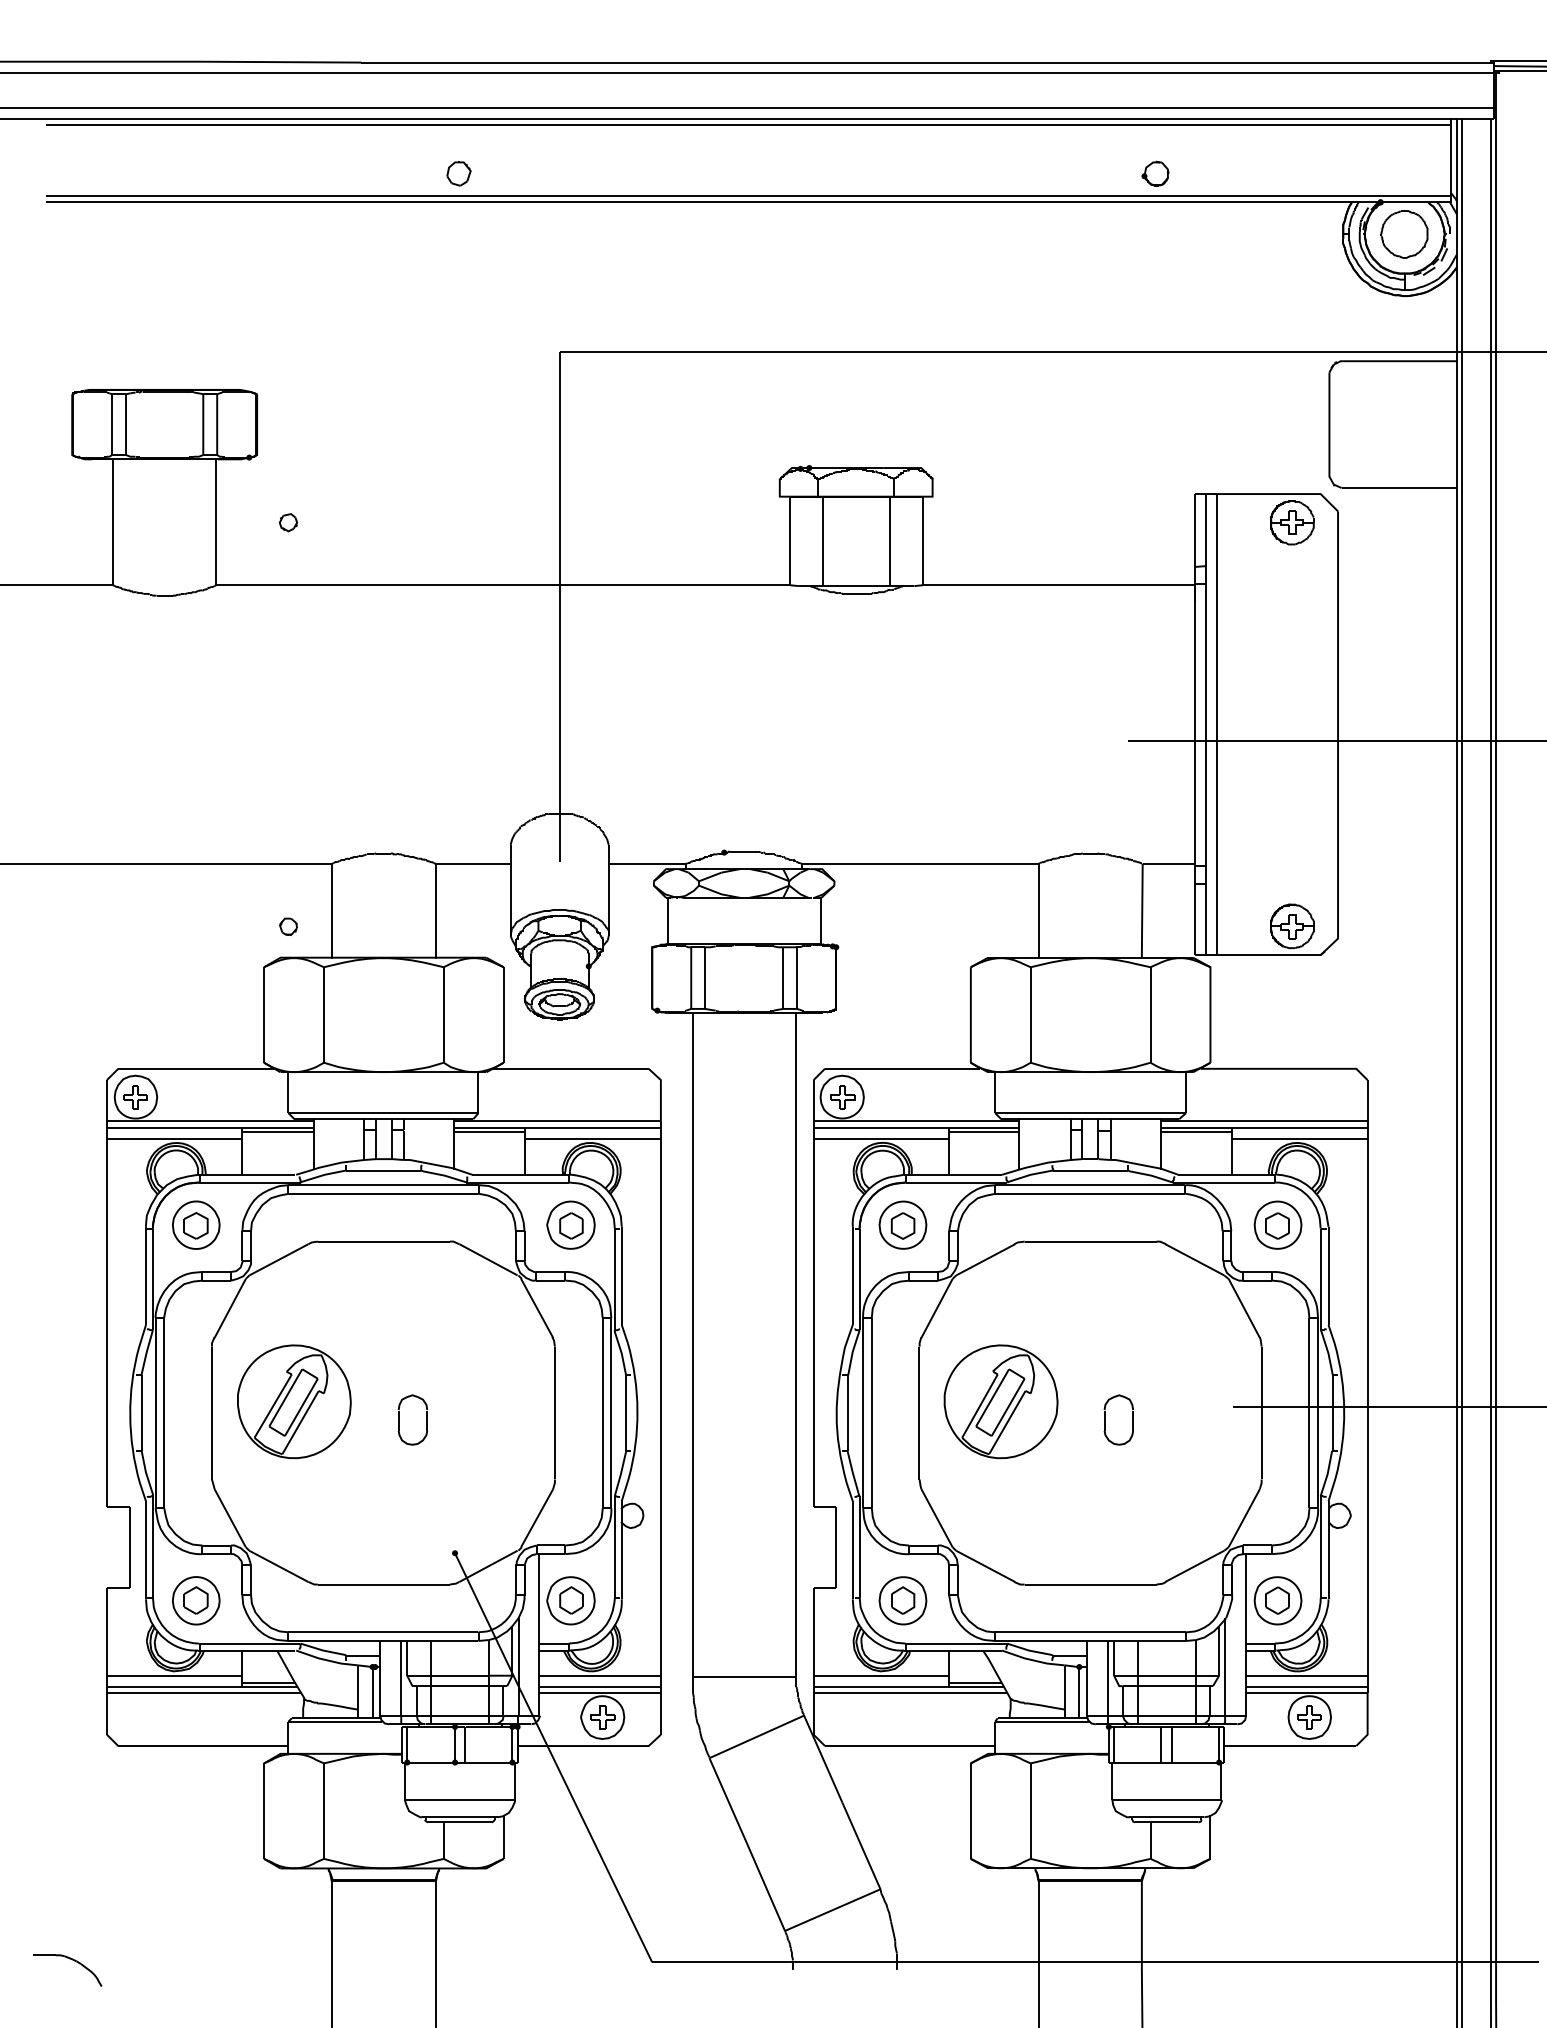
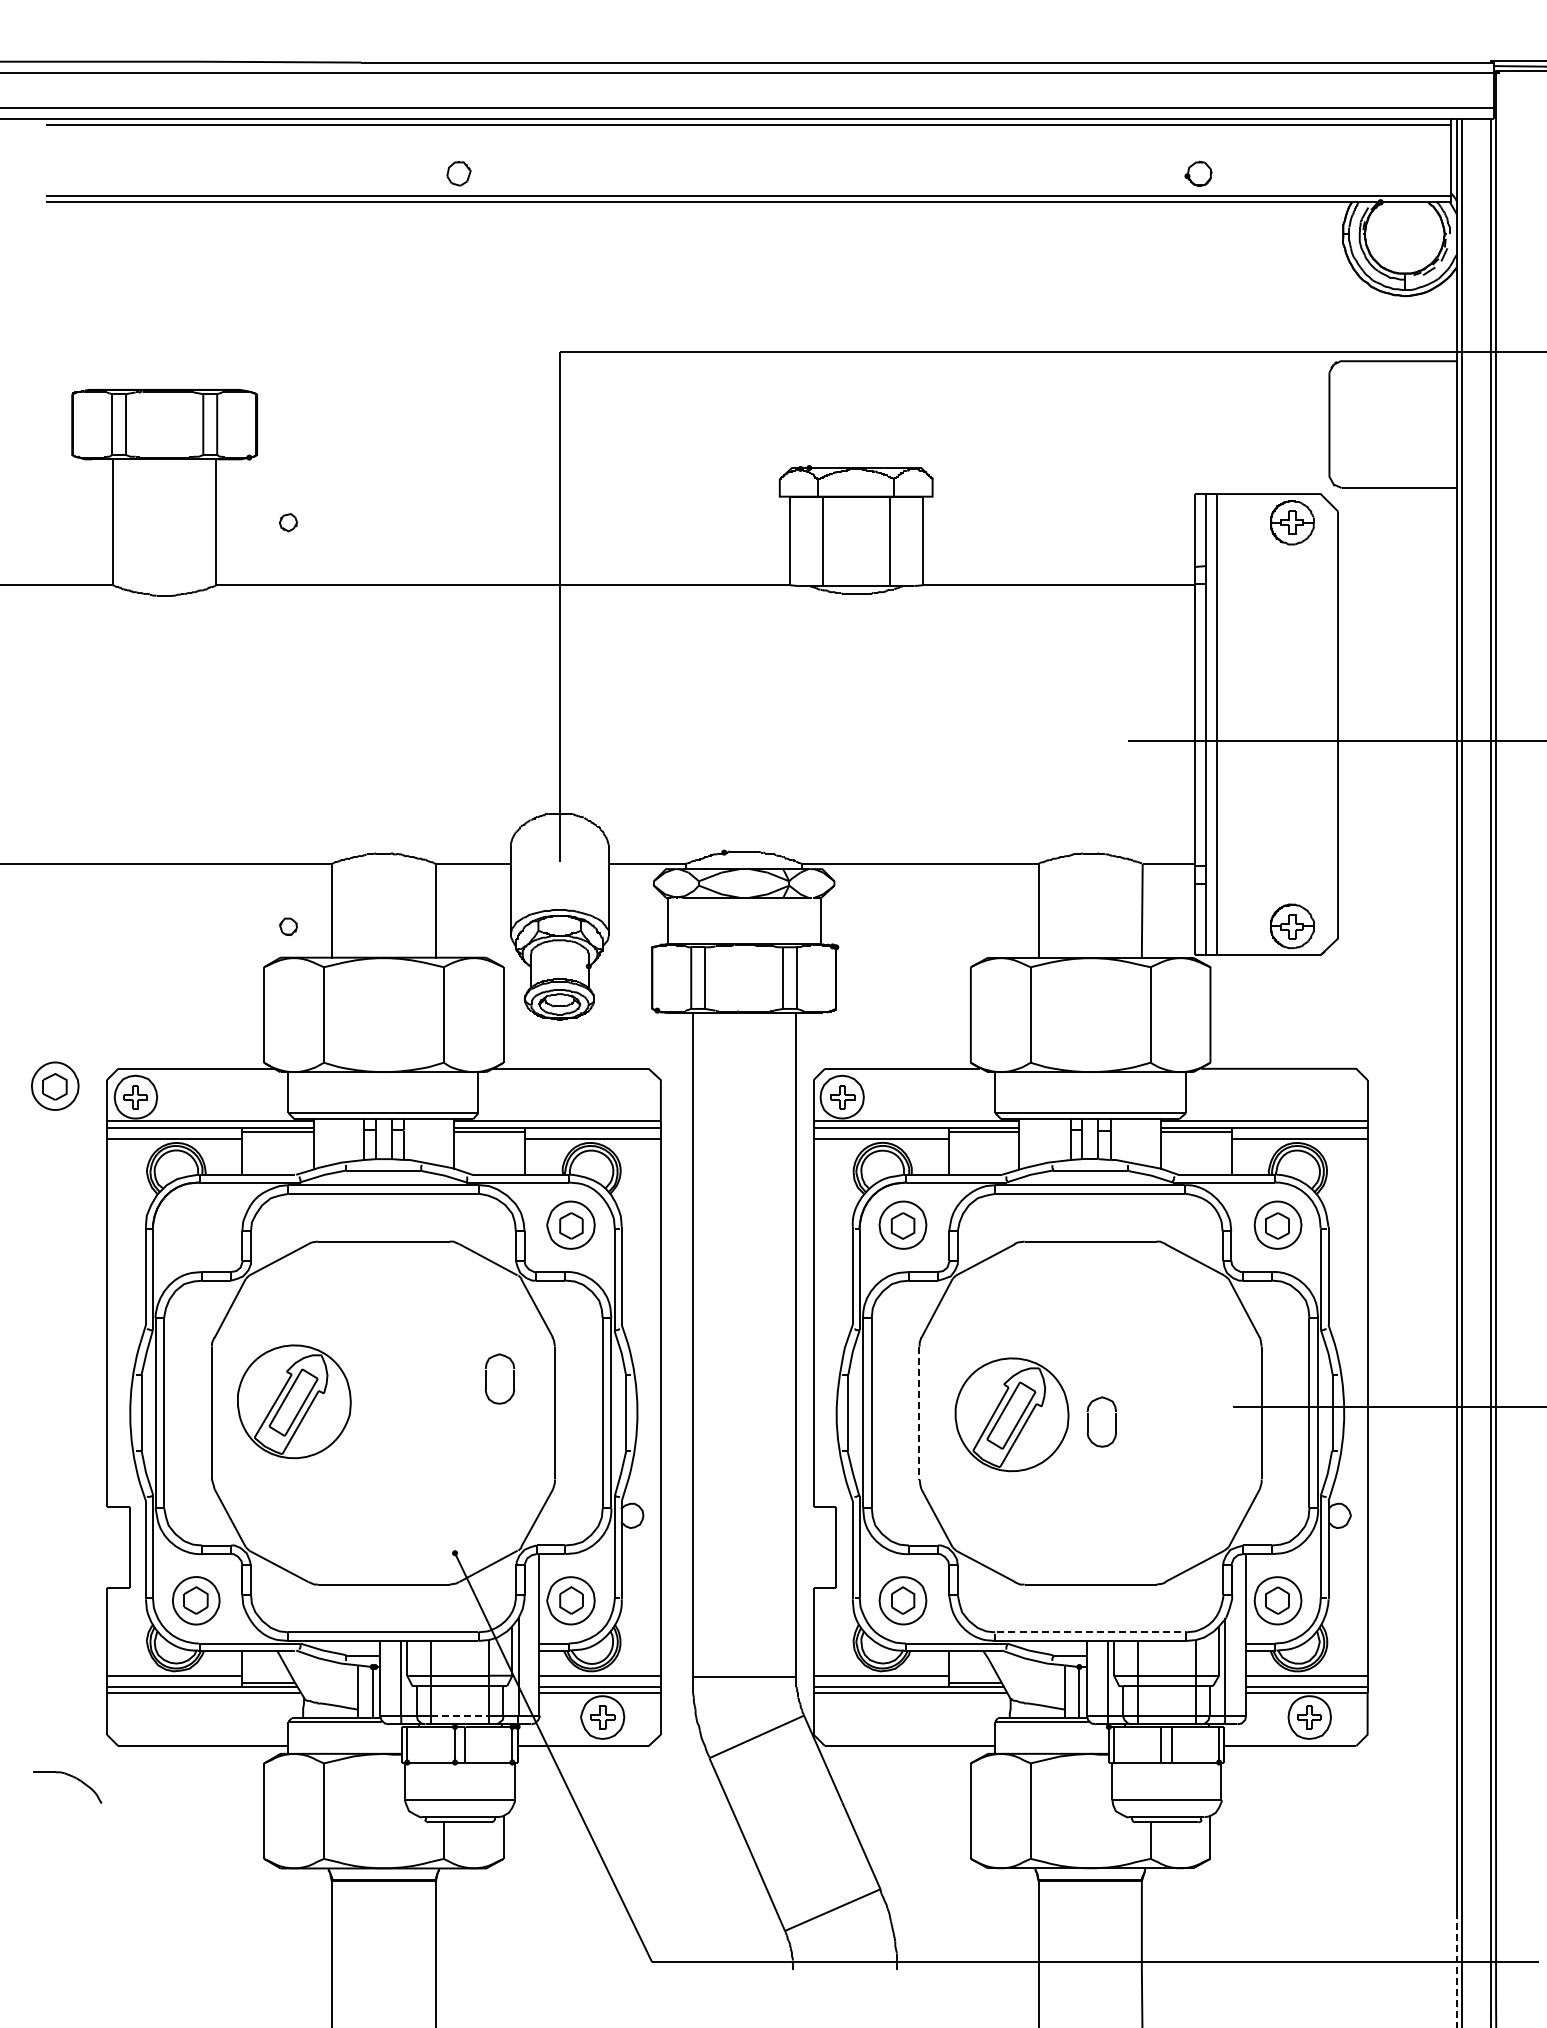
part at (1155, 173) position: (1155, 173) -> (1198, 173)
part at (1404, 234): present -> none
part at (196, 1224) position: (196, 1224) -> (55, 1085)
part at (1000, 1401) position: (1000, 1401) -> (1011, 1414)
line at (918, 1413): solid -> dashed
part at (399, 1419) position: (399, 1419) -> (486, 1378)
part at (1105, 1419) position: (1105, 1419) -> (1088, 1421)
line at (1085, 1632): solid -> dashed
line at (460, 1715): solid -> dashed
part at (69, 1959) position: (69, 1959) -> (69, 1776)
line at (1457, 1969): solid -> dashed
